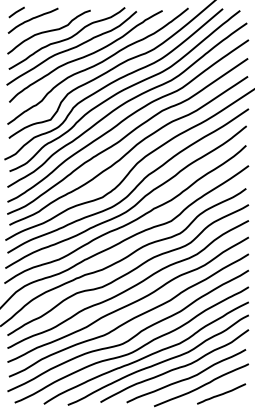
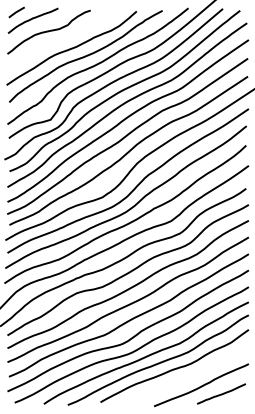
curve at (66, 38): present -> none
curve at (186, 378): present -> none
